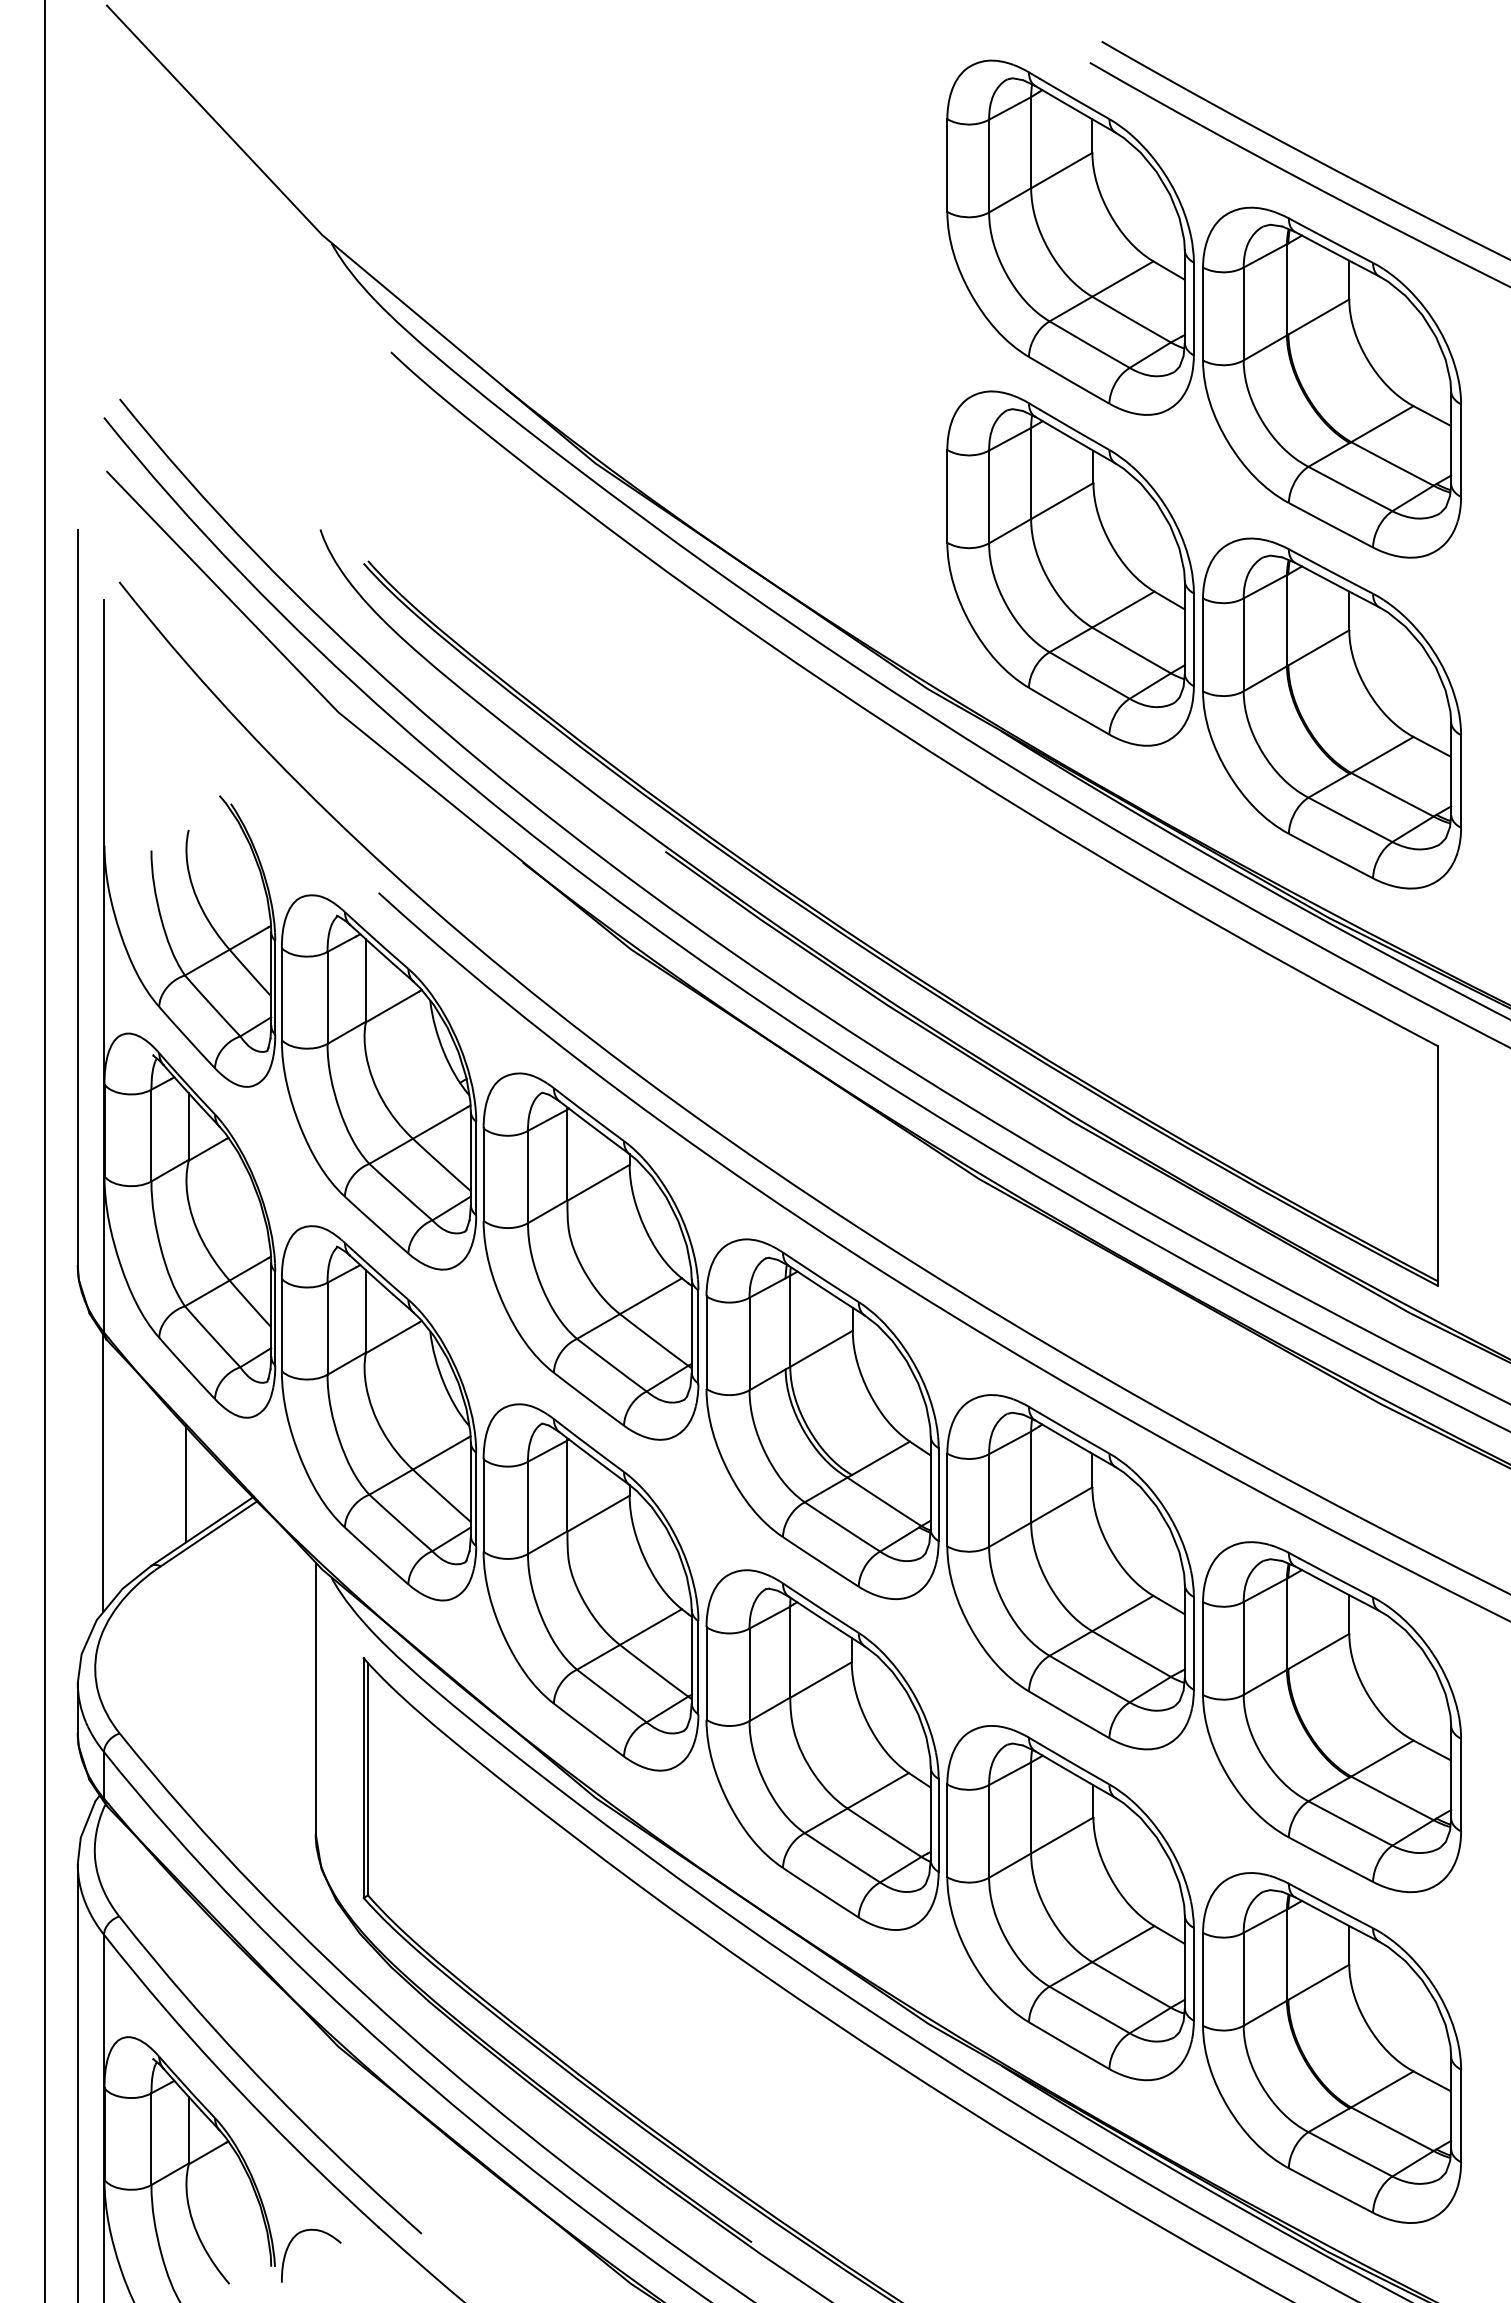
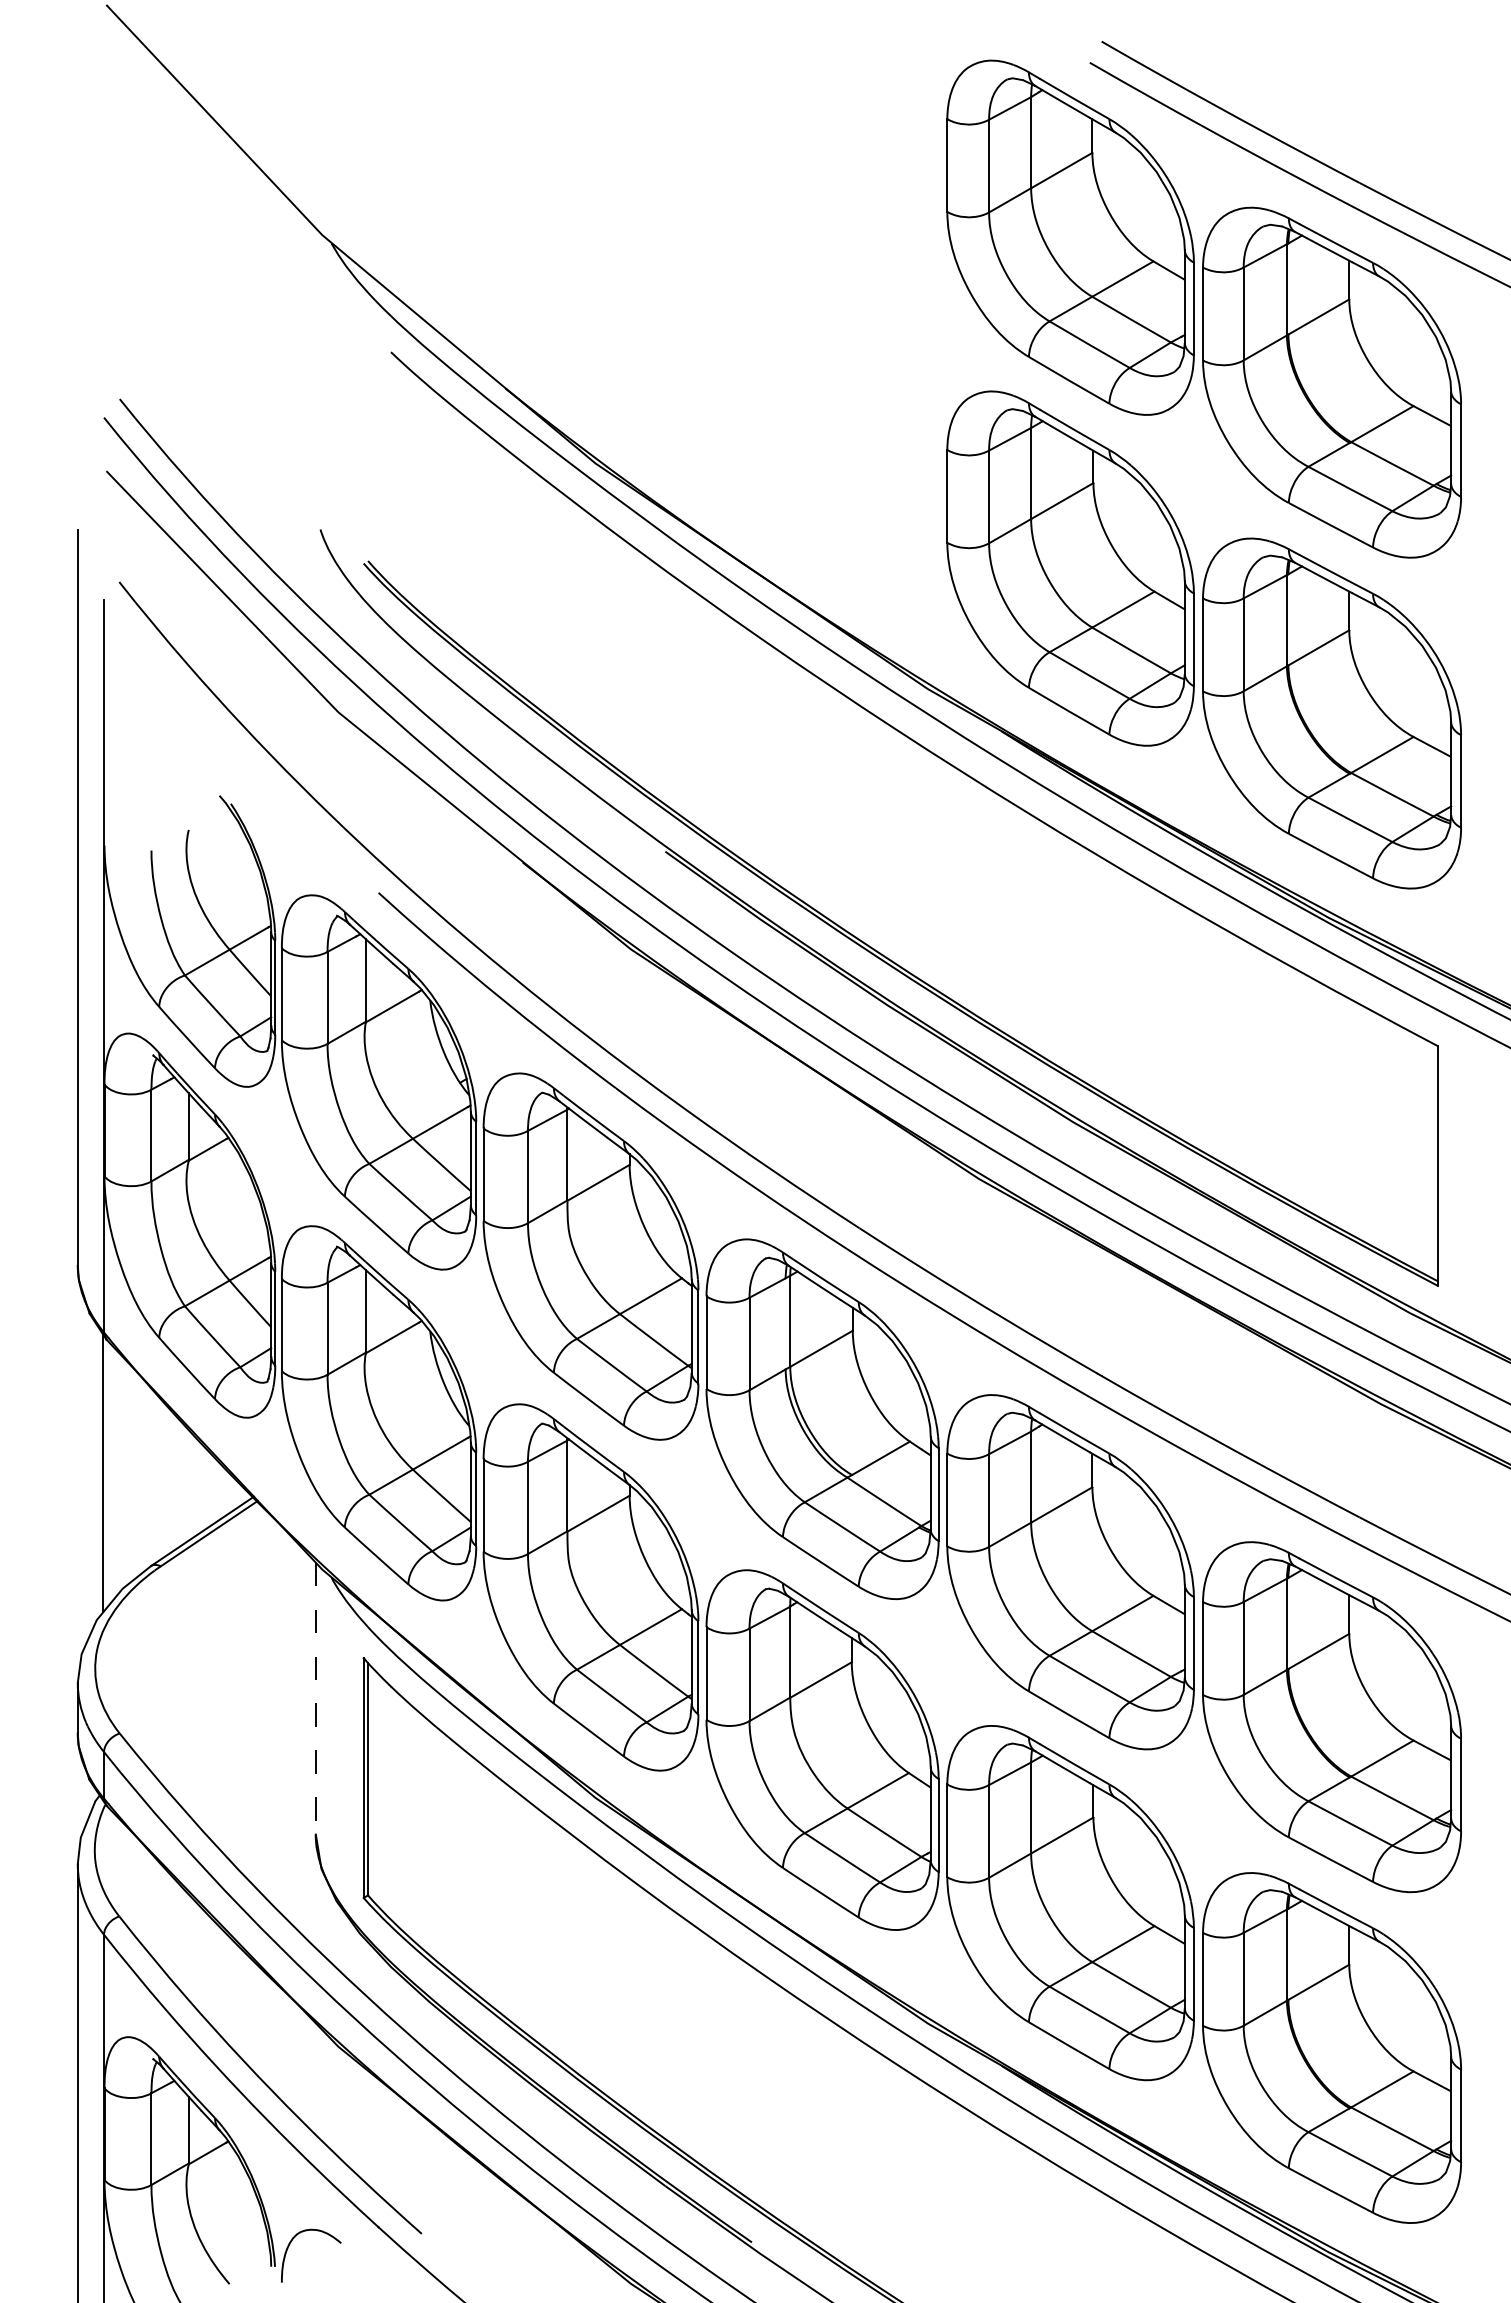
line at (45, 1150): present -> none
line at (186, 1483): present -> none
line at (315, 1698): solid -> dashed
